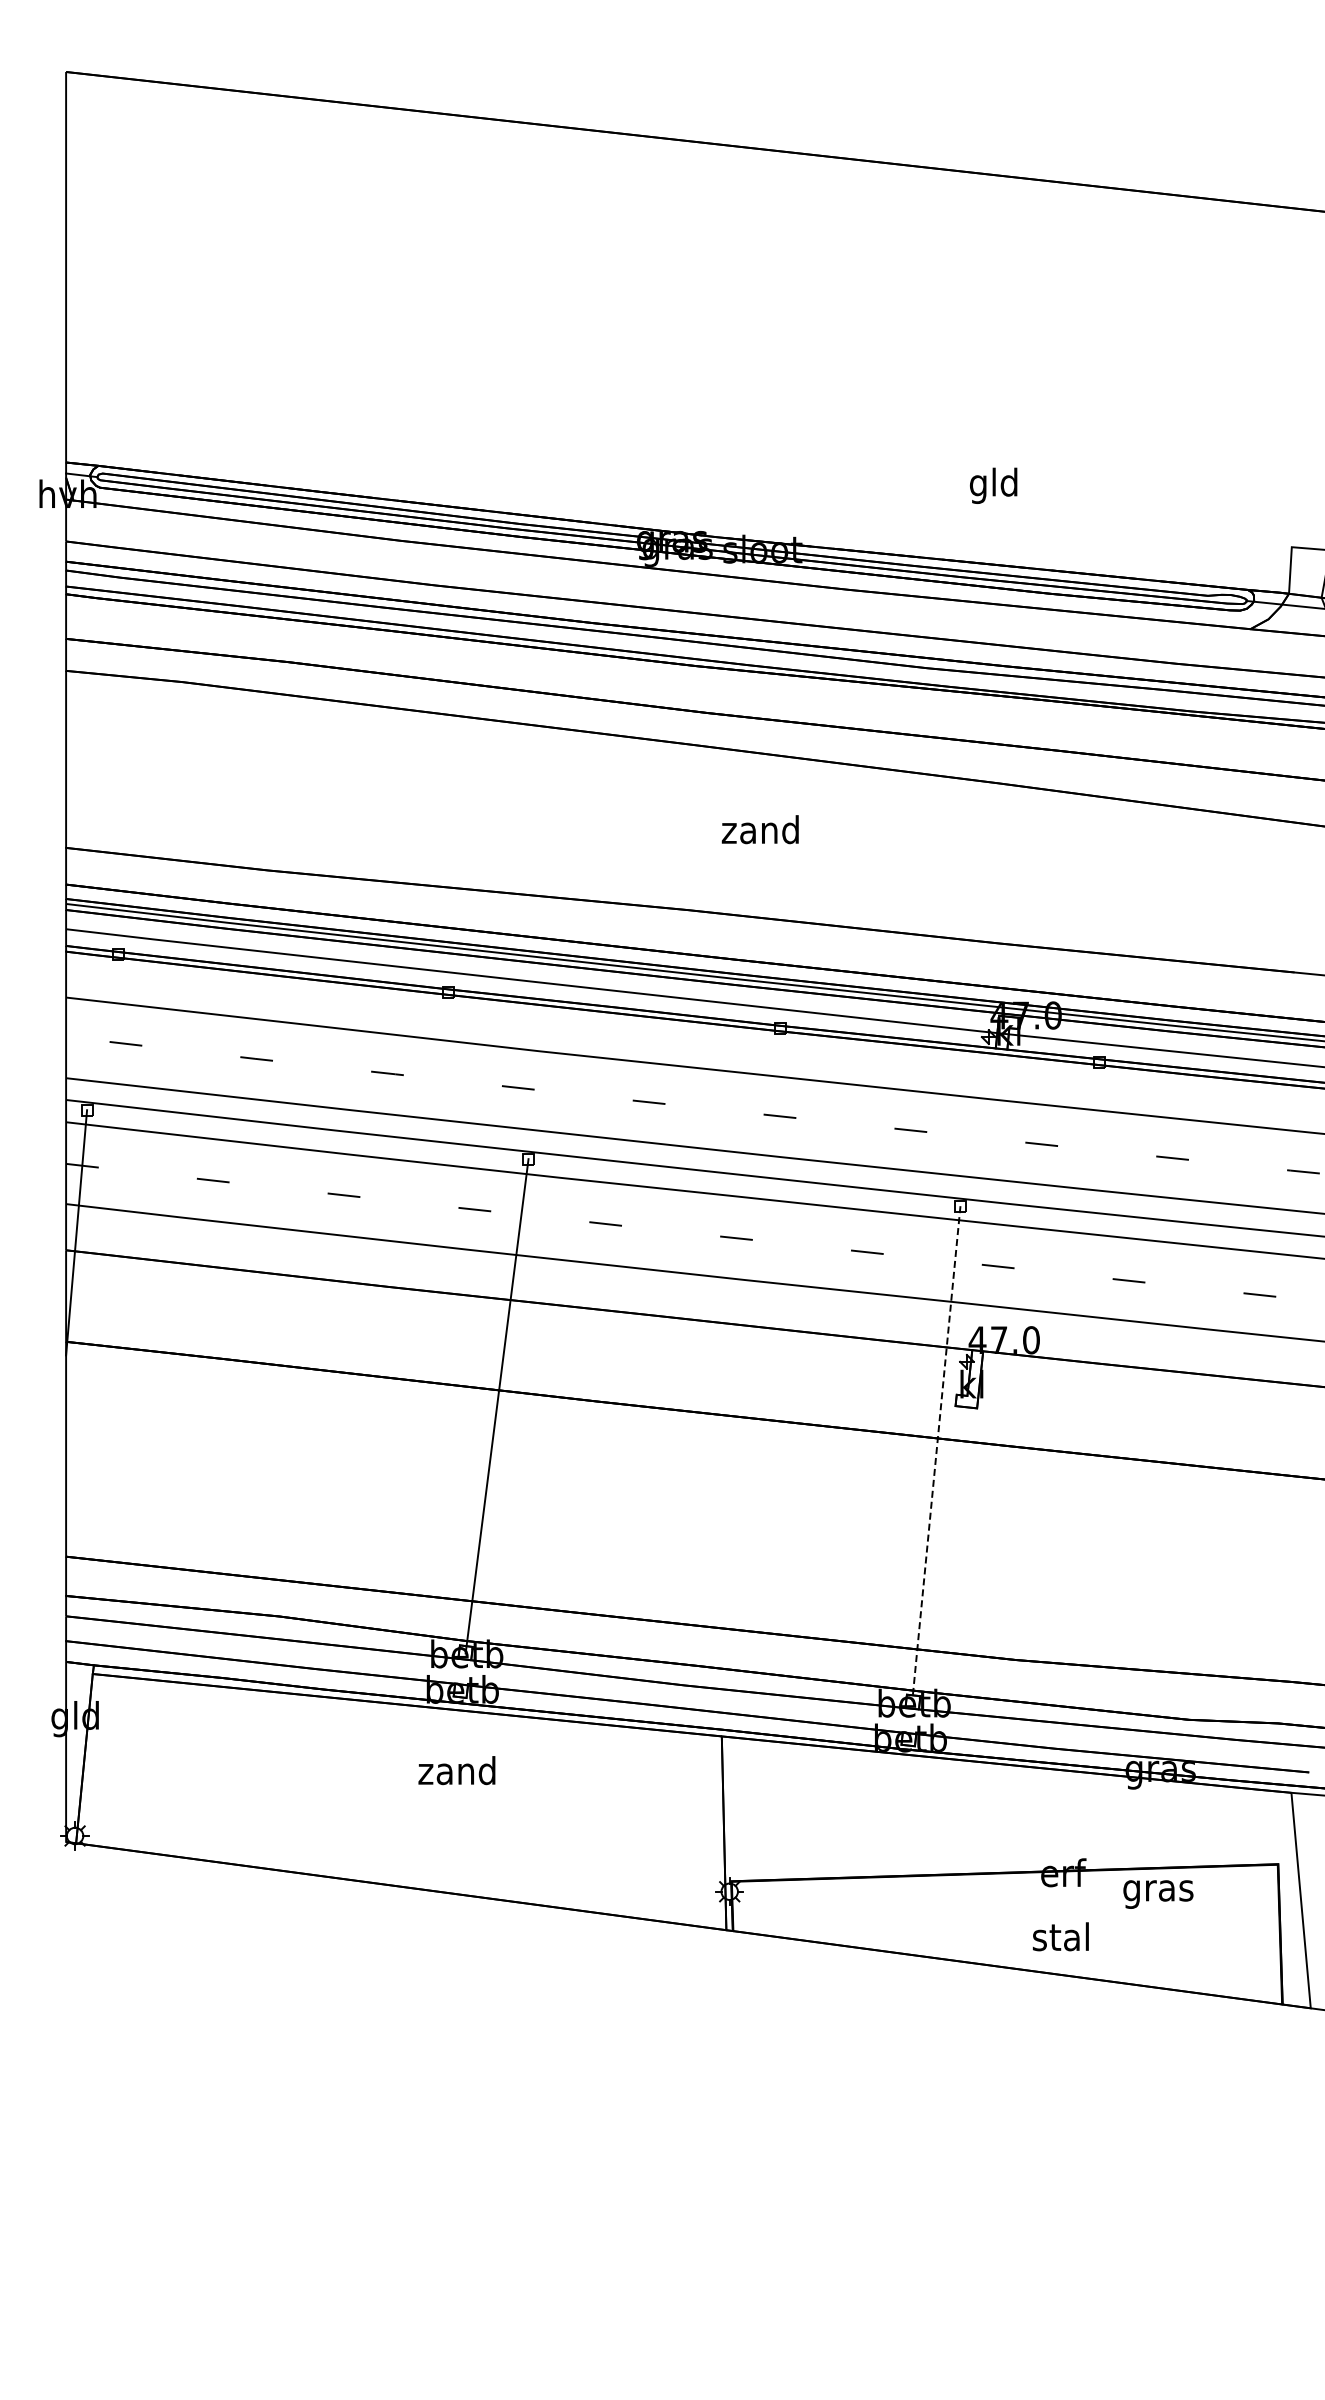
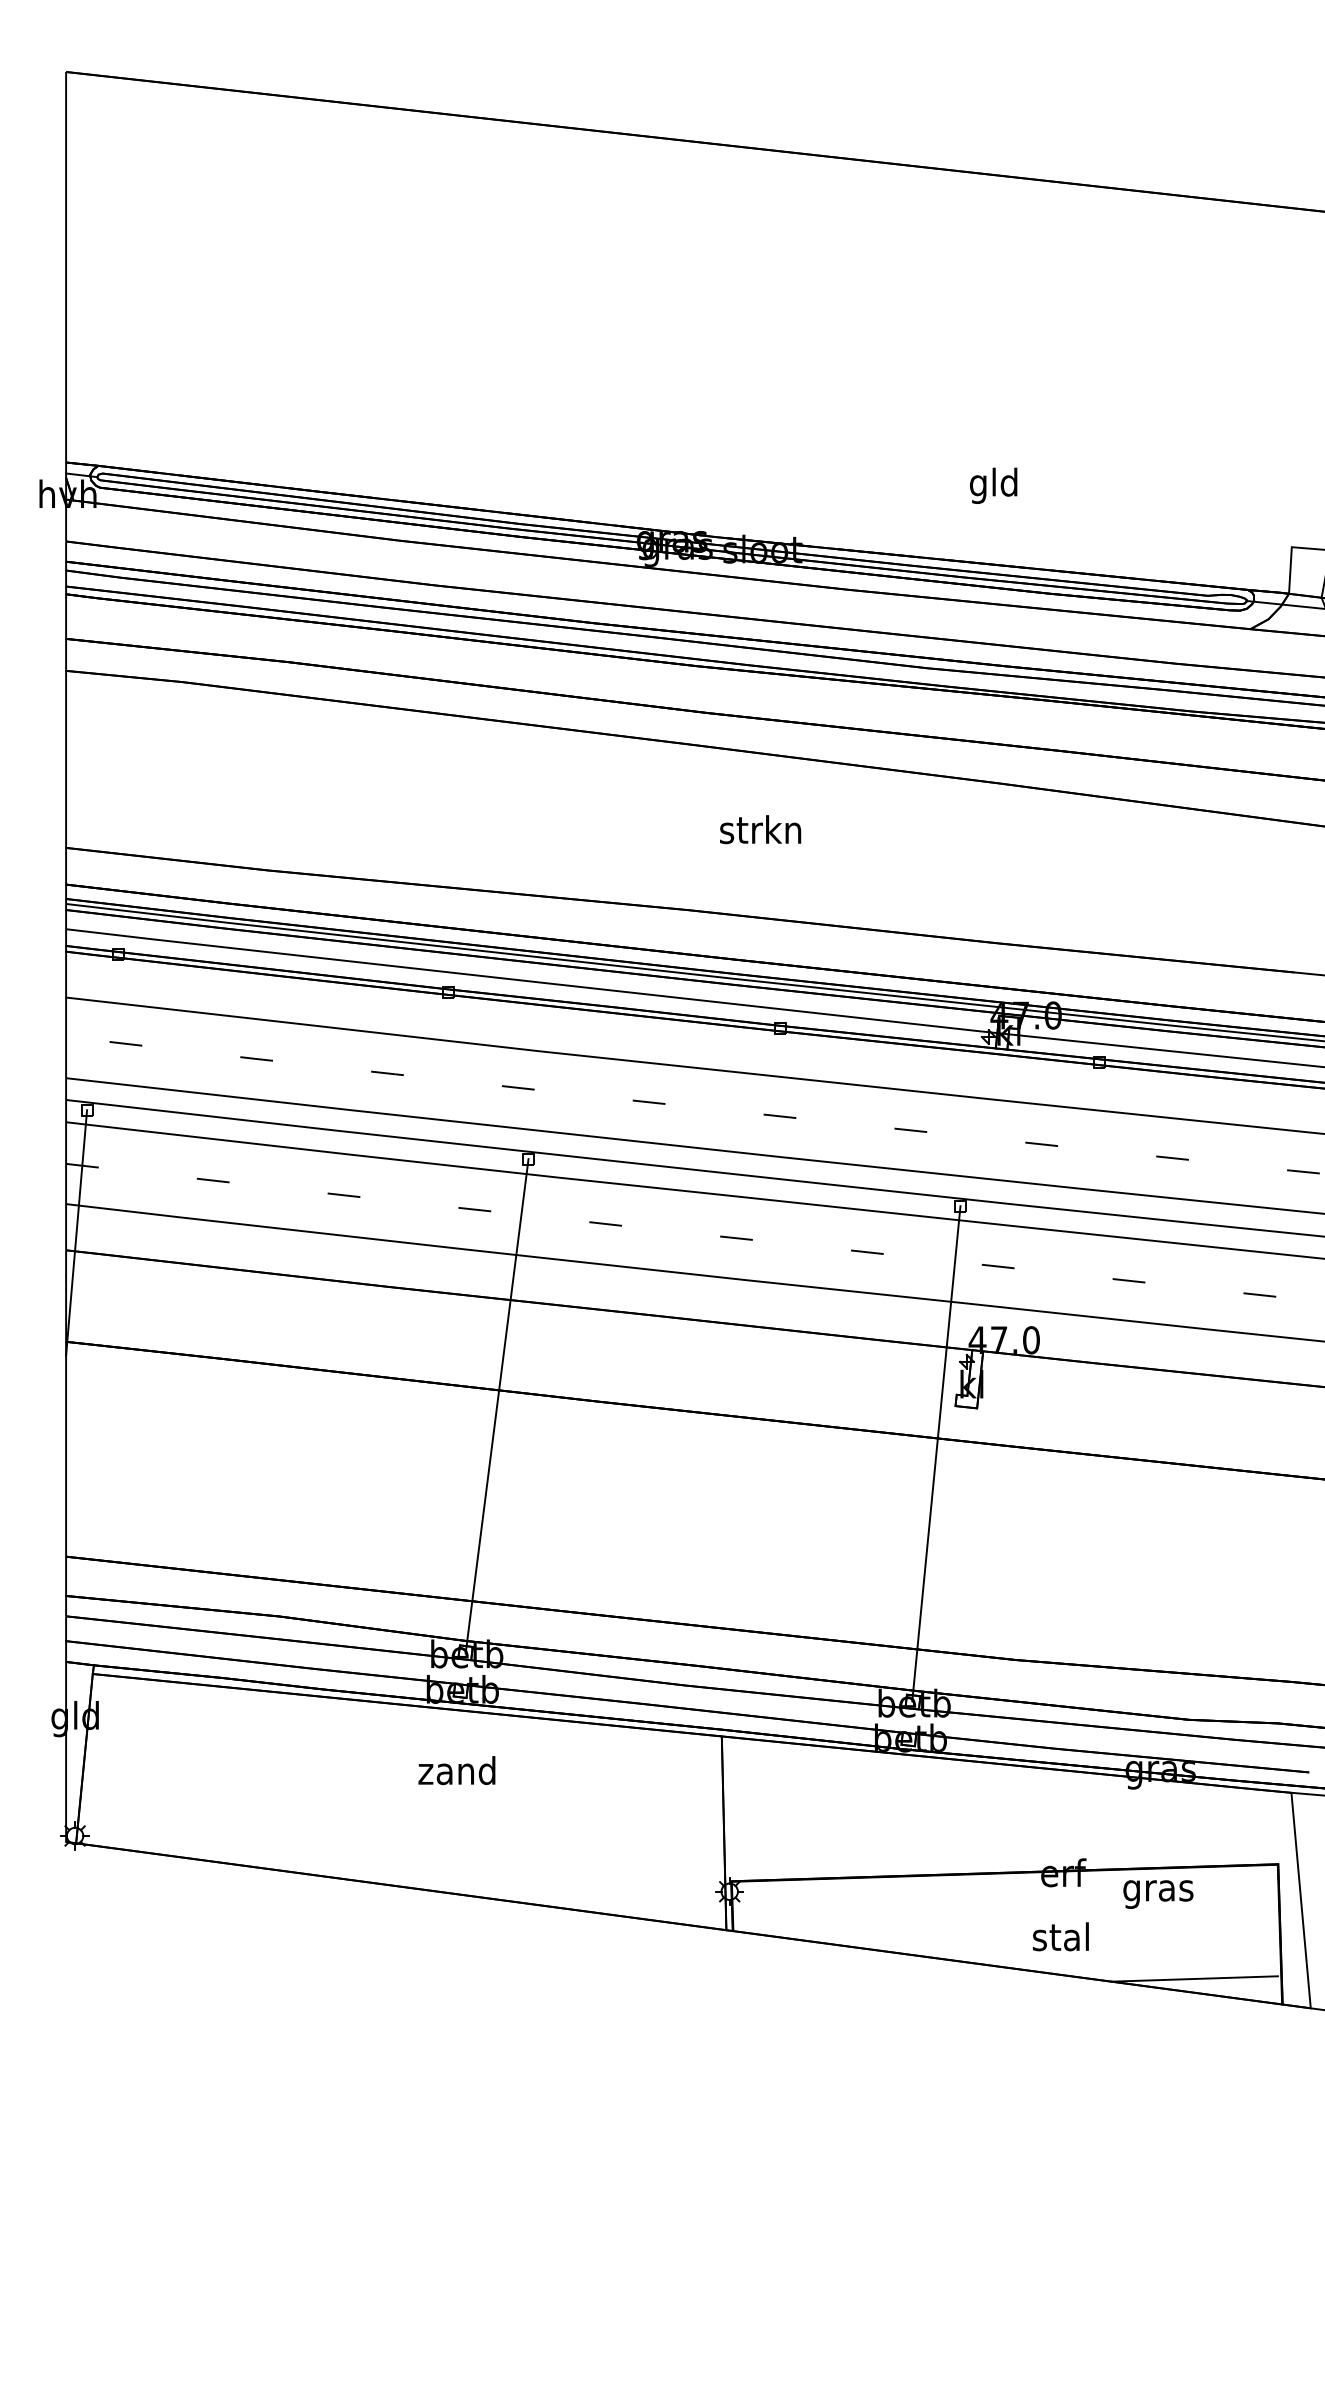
text at (760, 829): zand -> strkn
line at (936, 1453): dashed -> solid
line at (1194, 1978): none -> present
